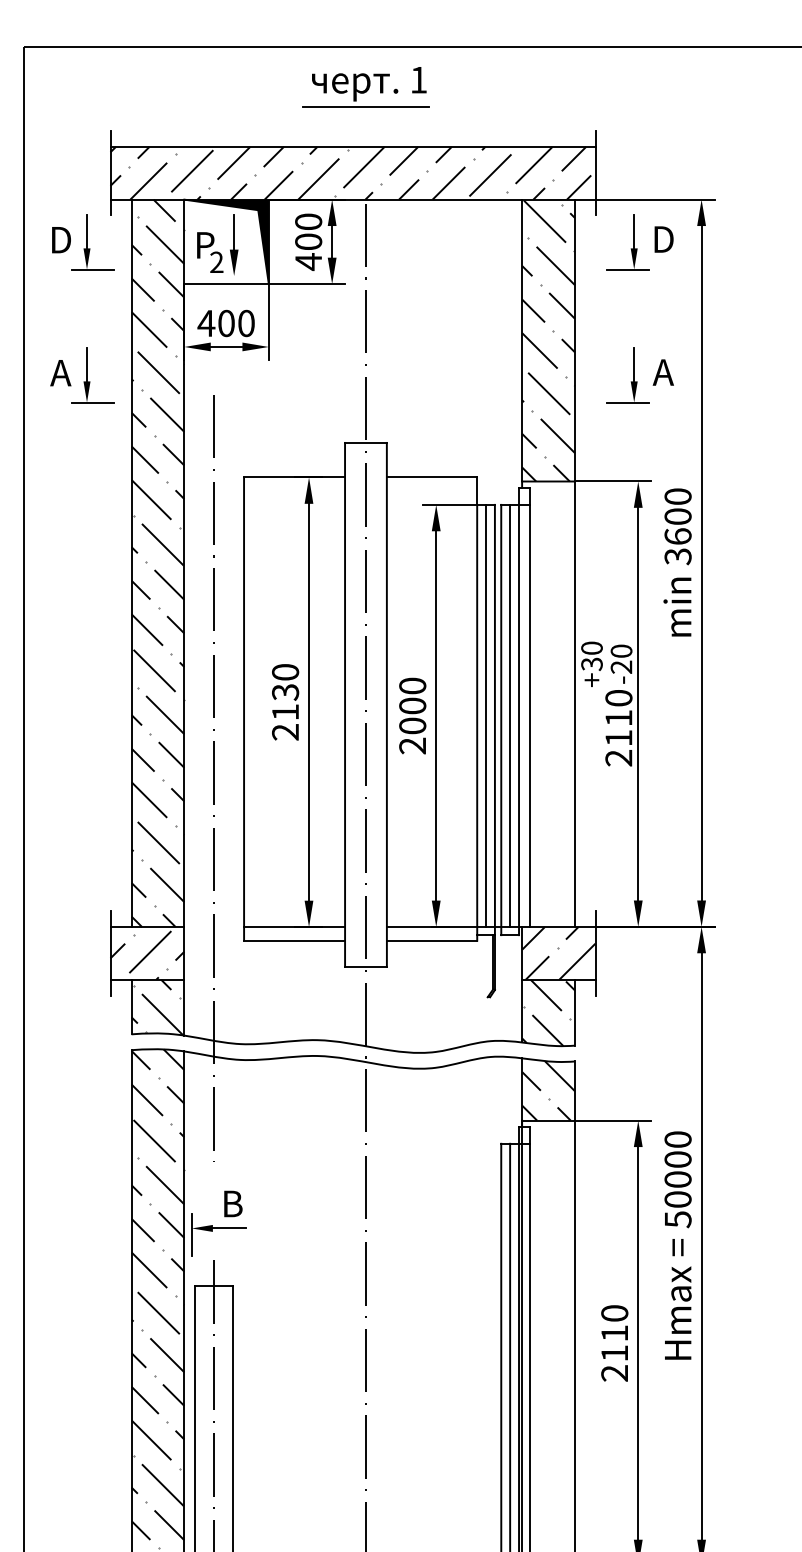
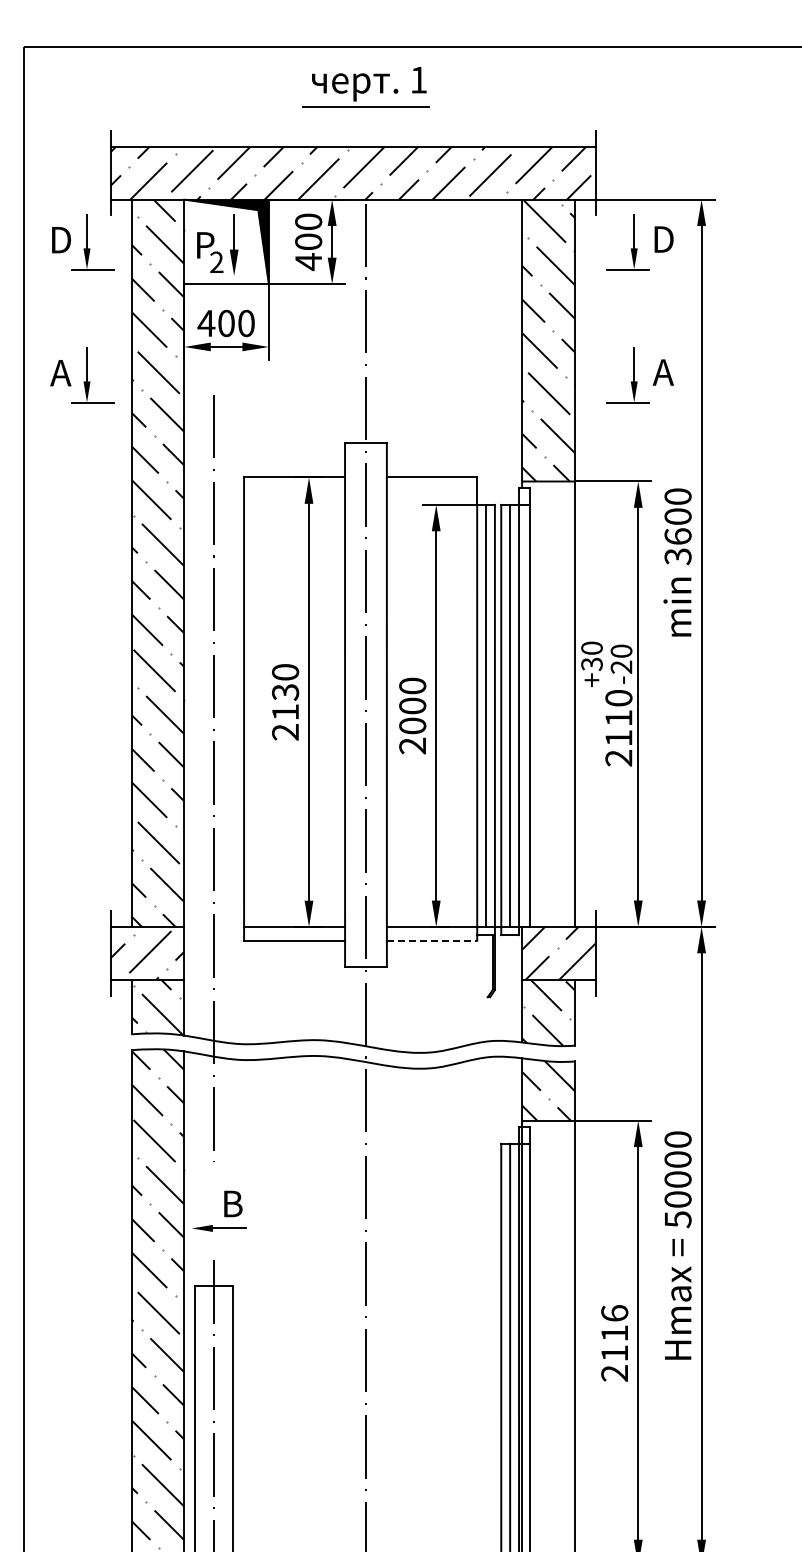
line at (432, 940): solid -> dashed
line at (191, 1234): present -> none
text at (614, 1313): 2110 -> 2116
